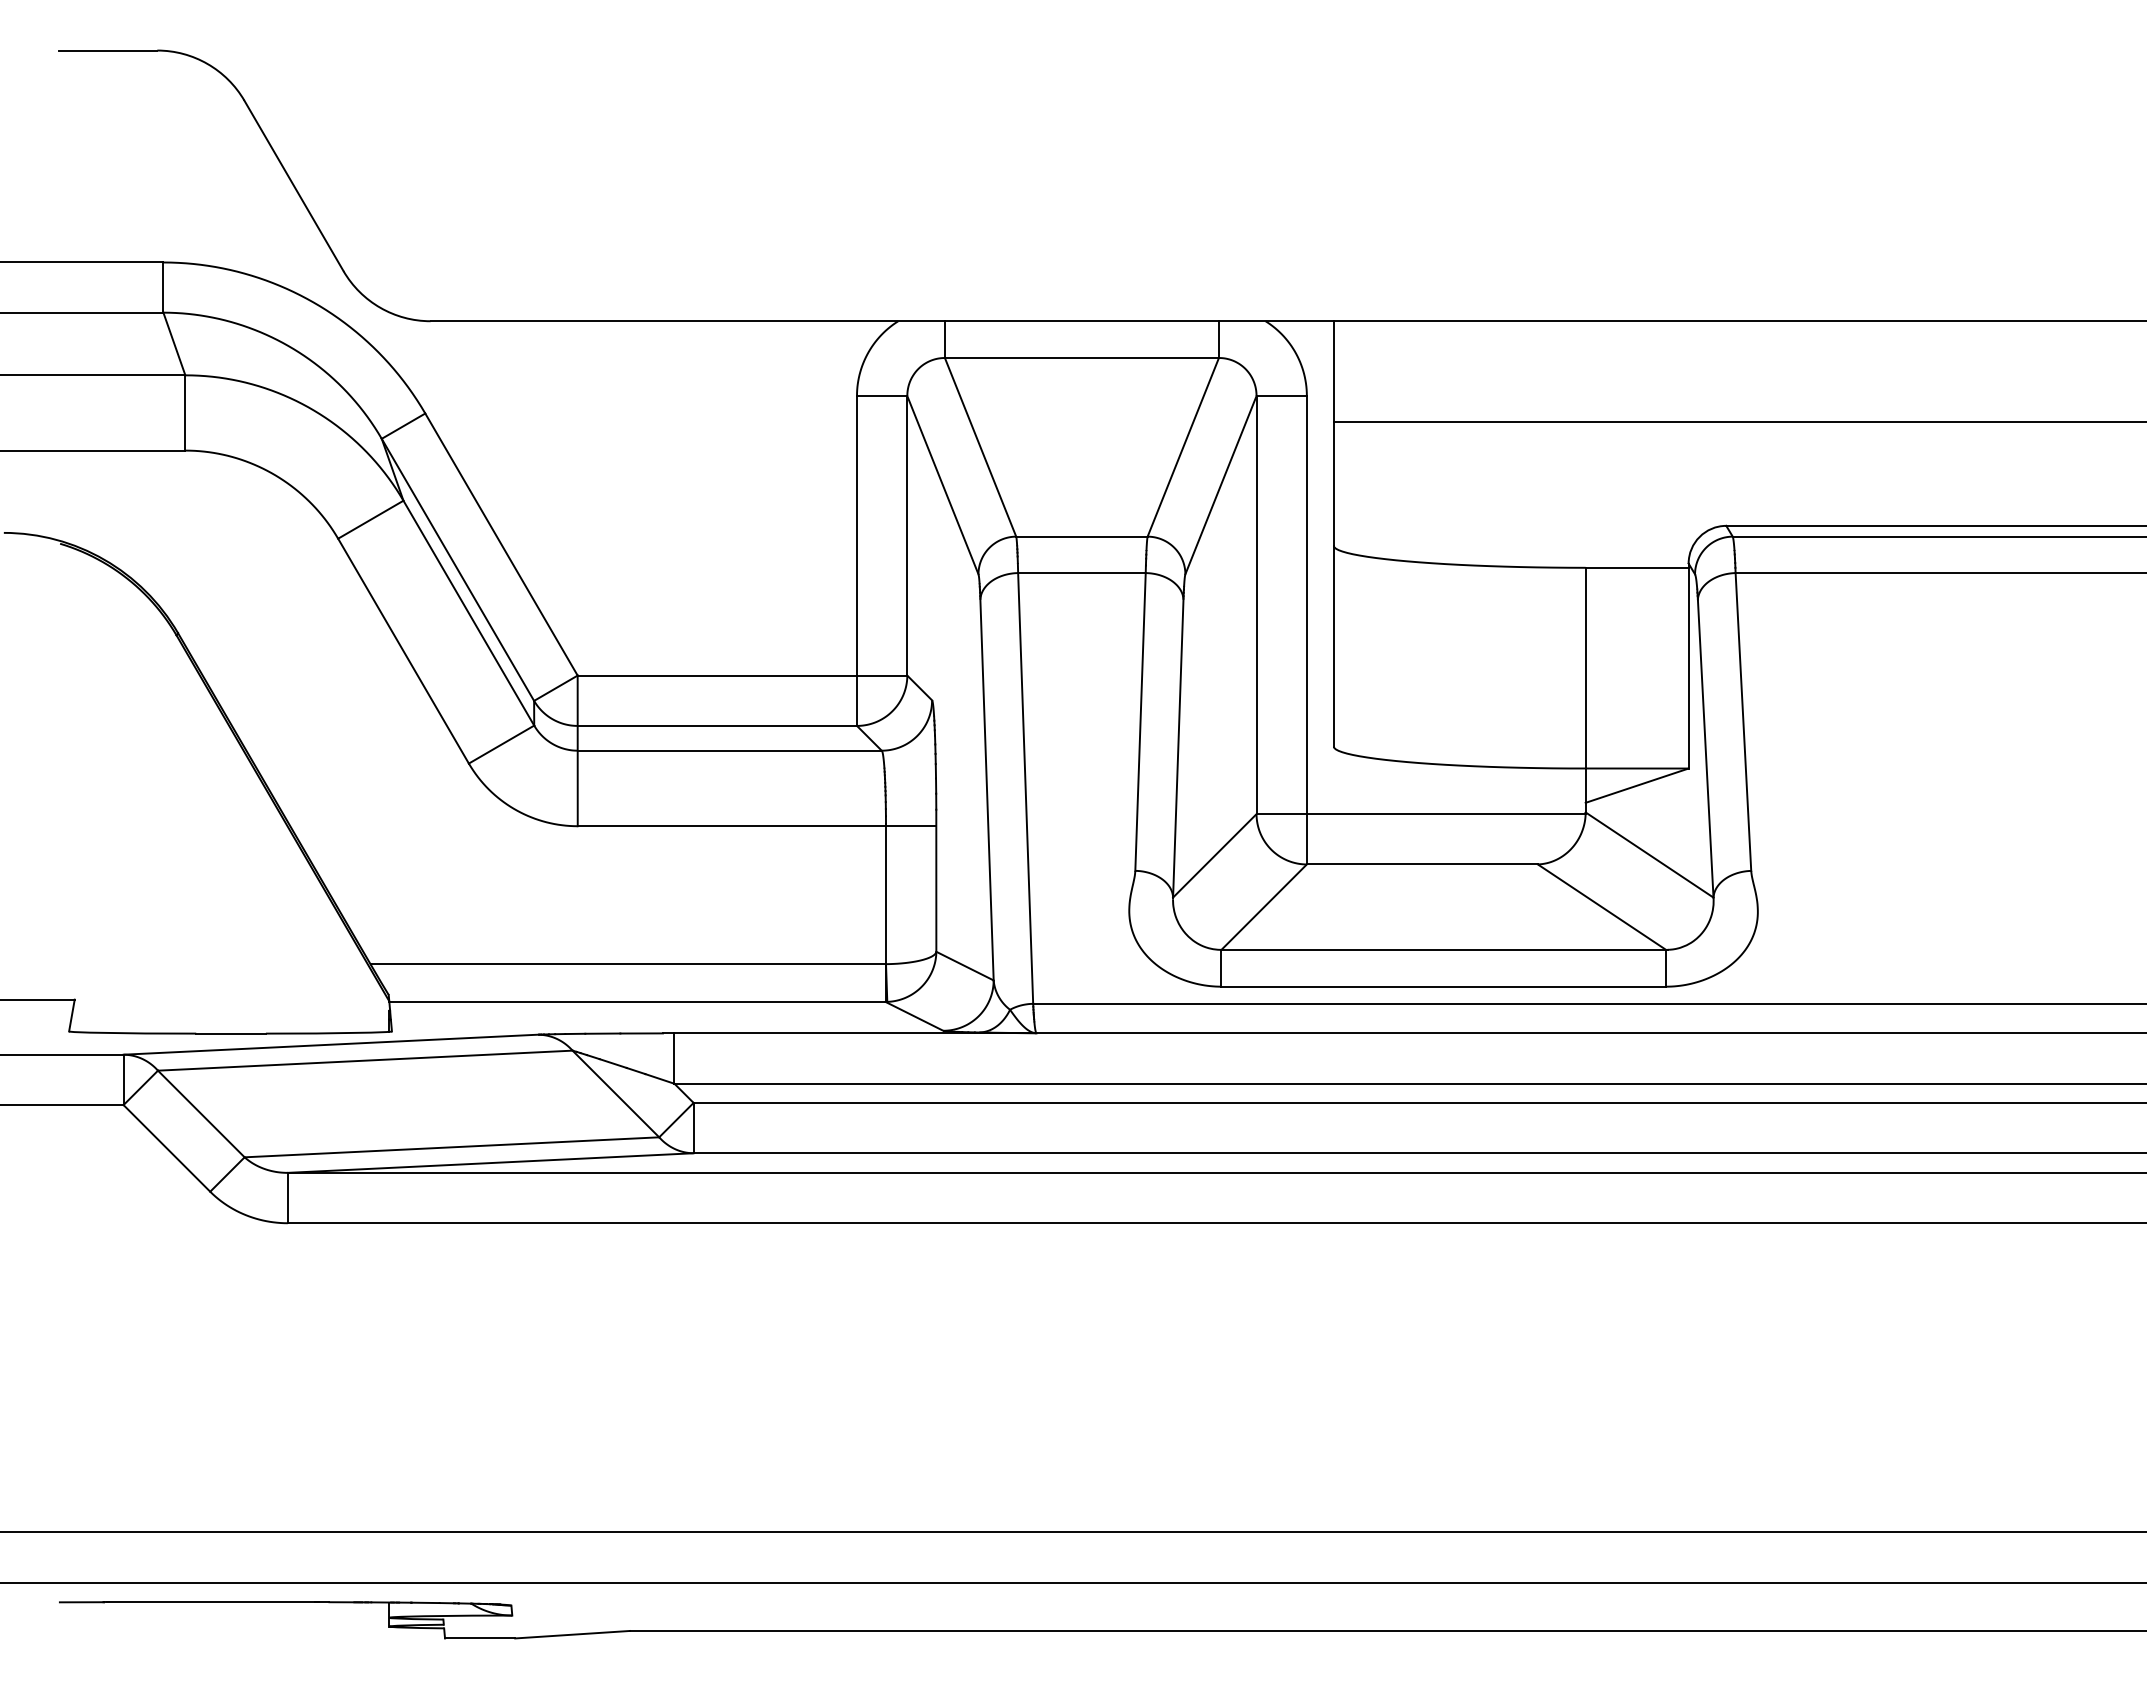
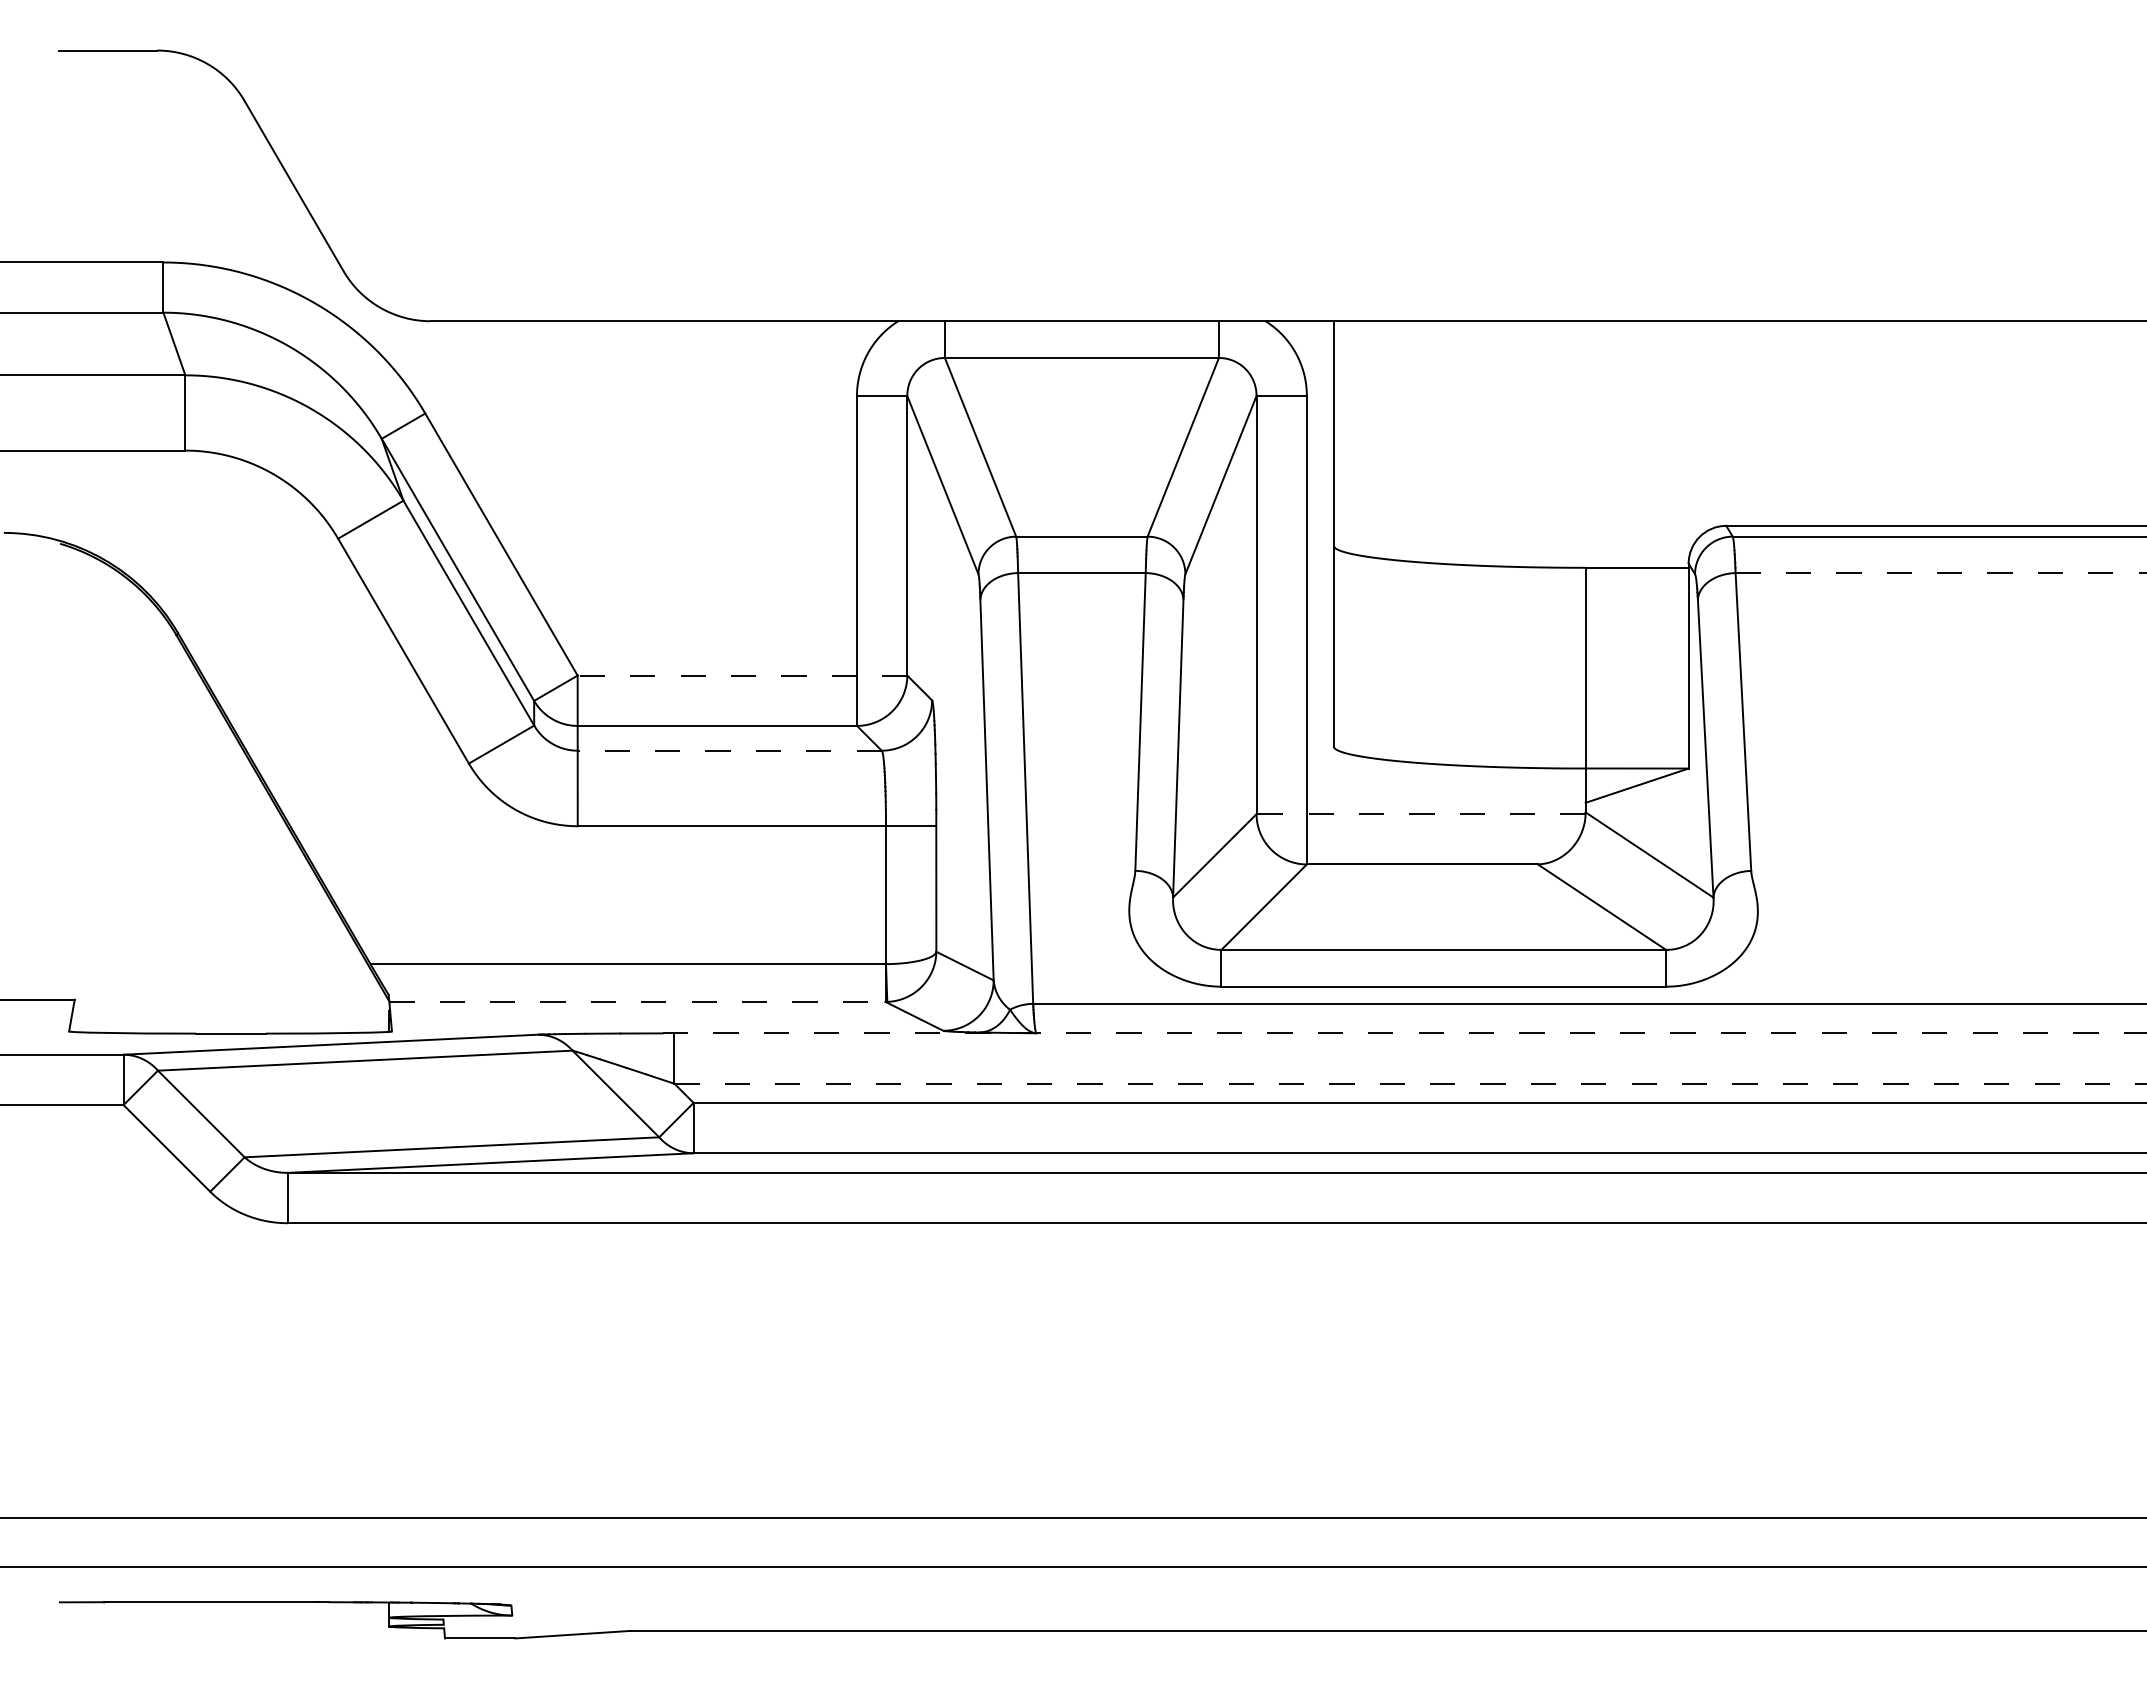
line at (1738, 421): present -> none
line at (1941, 573): solid -> dashed
line at (742, 675): solid -> dashed
line at (729, 750): solid -> dashed
line at (1421, 814): solid -> dashed
line at (637, 1001): solid -> dashed
line at (1404, 1033): solid -> dashed
line at (1410, 1083): solid -> dashed
line at (1072, 1532) position: (1072, 1532) -> (1072, 1518)
line at (1072, 1582) position: (1072, 1582) -> (1072, 1566)
